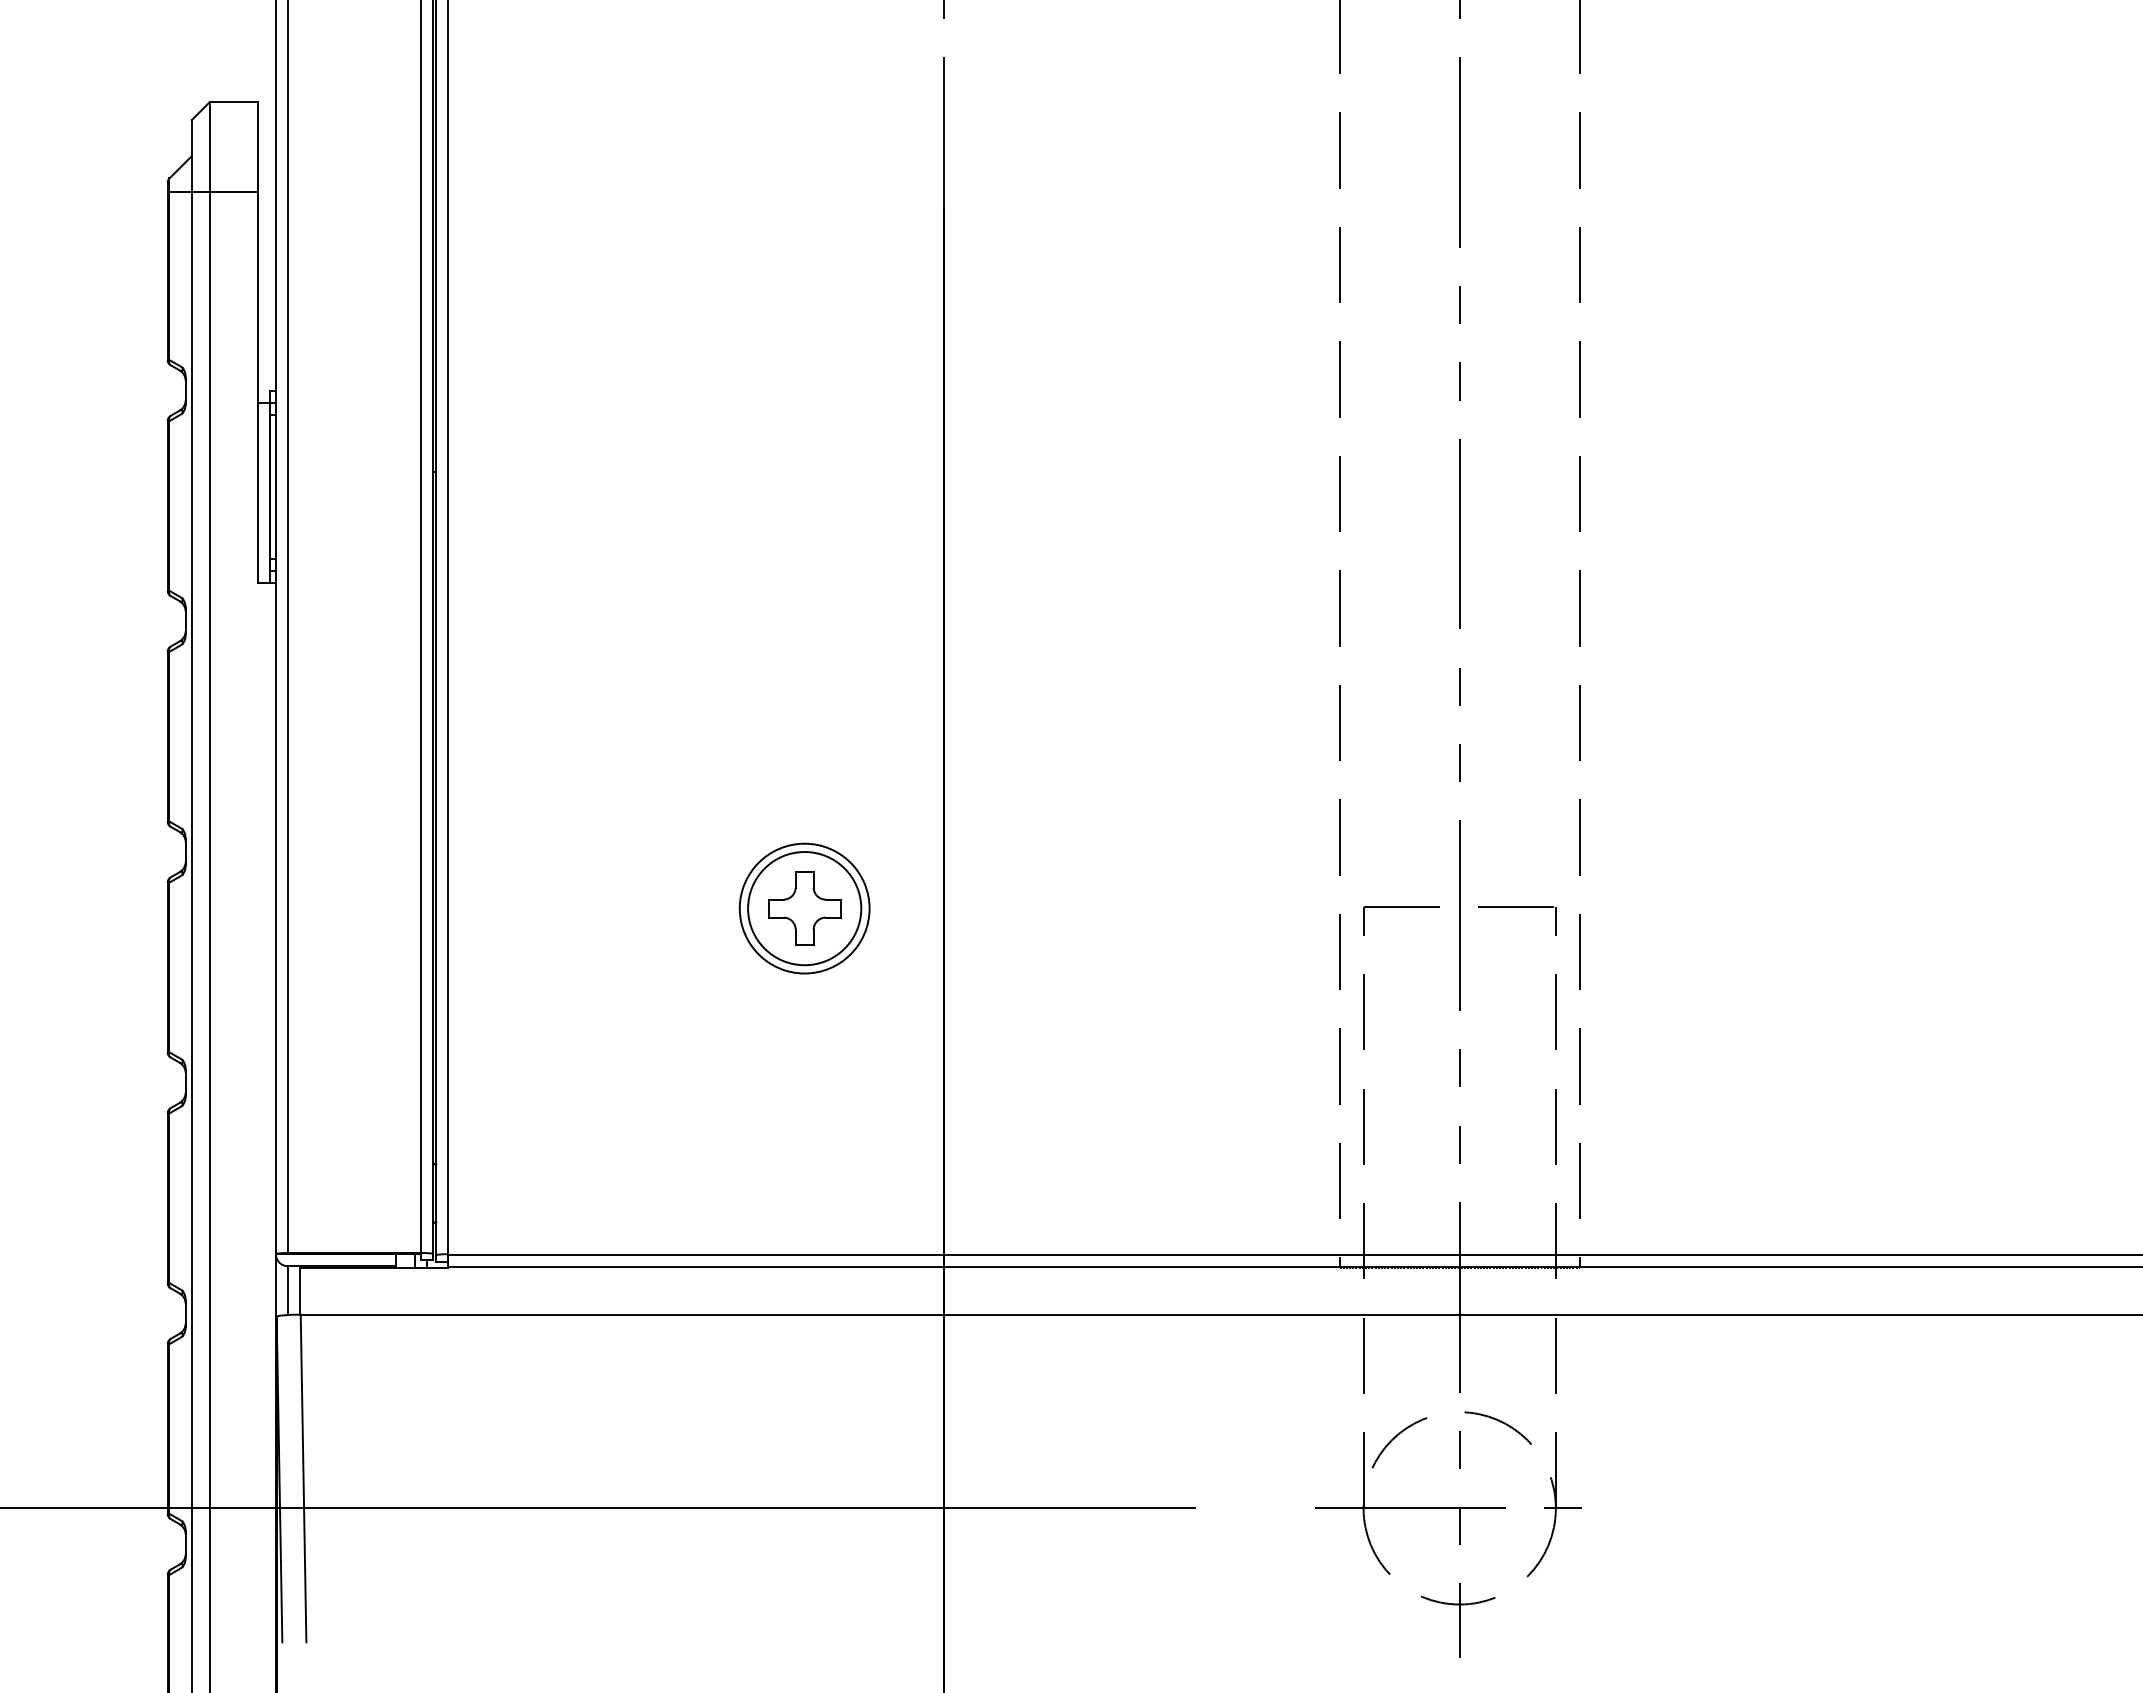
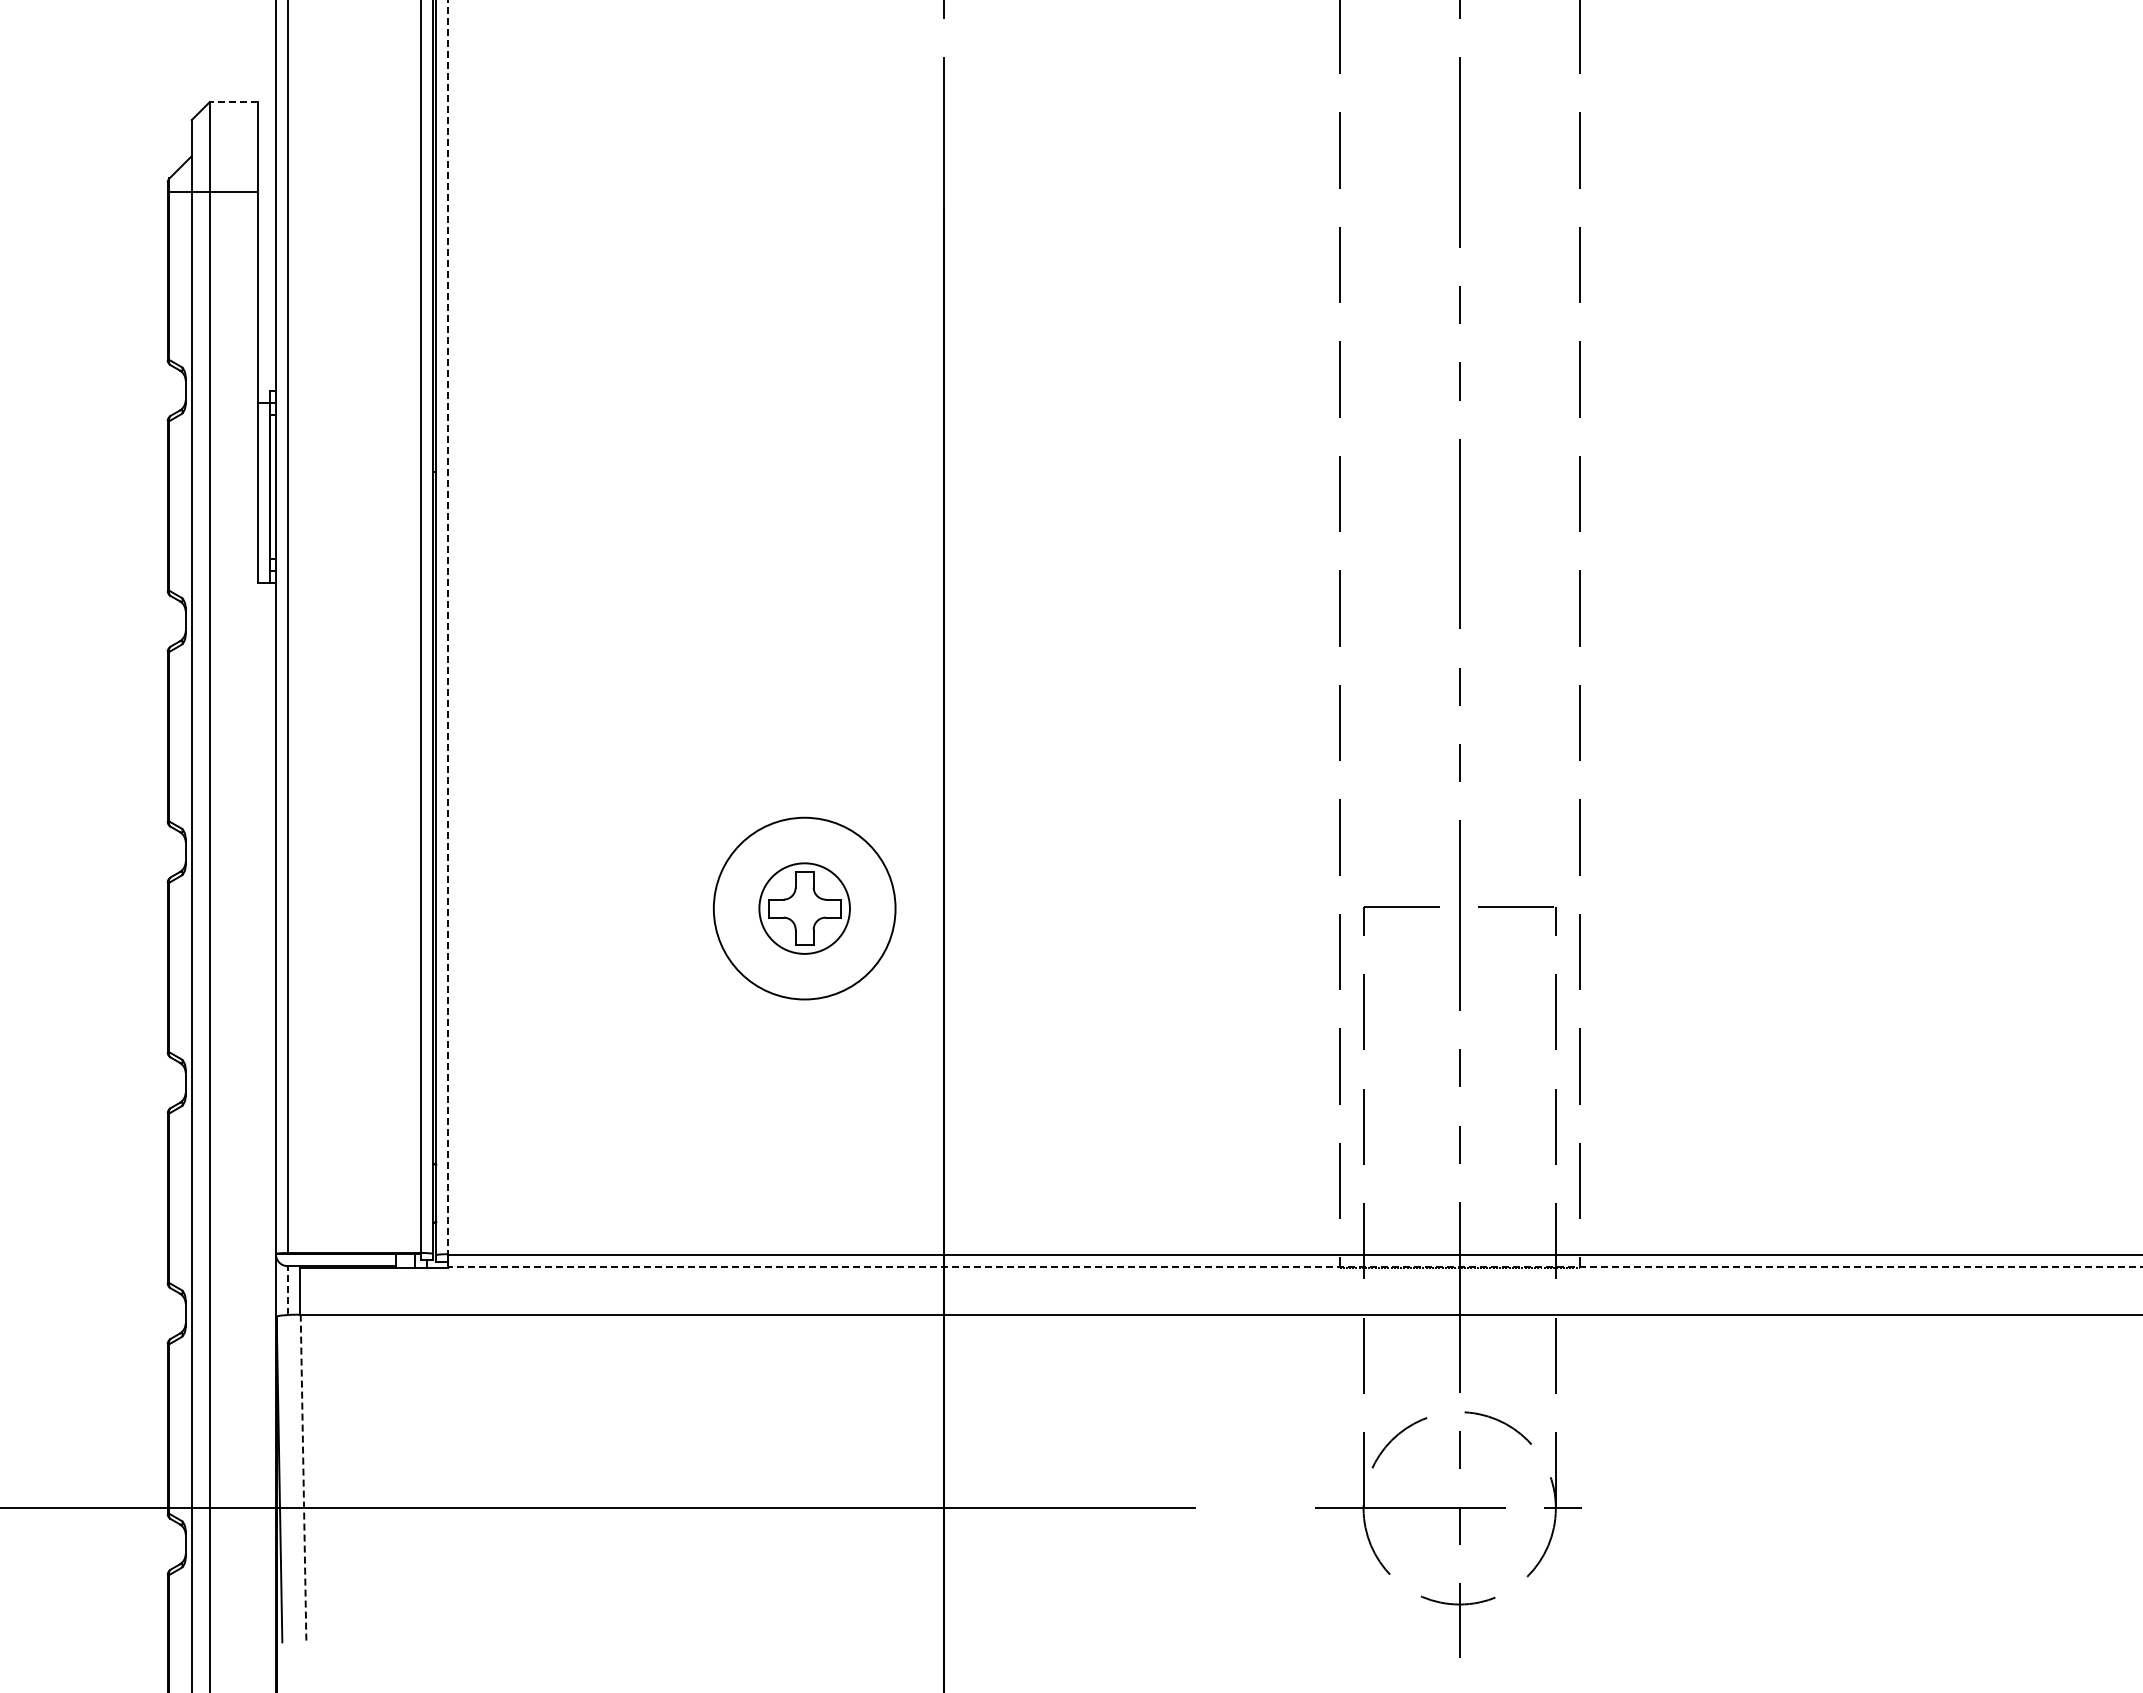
line at (233, 102): solid -> dashed
line at (448, 627): solid -> dashed
circle at (804, 908) diameter: 113 px -> 91 px
circle at (804, 908) diameter: 130 px -> 182 px
line at (1295, 1267): solid -> dashed
line at (287, 1290): solid -> dashed
line at (303, 1478): solid -> dashed
